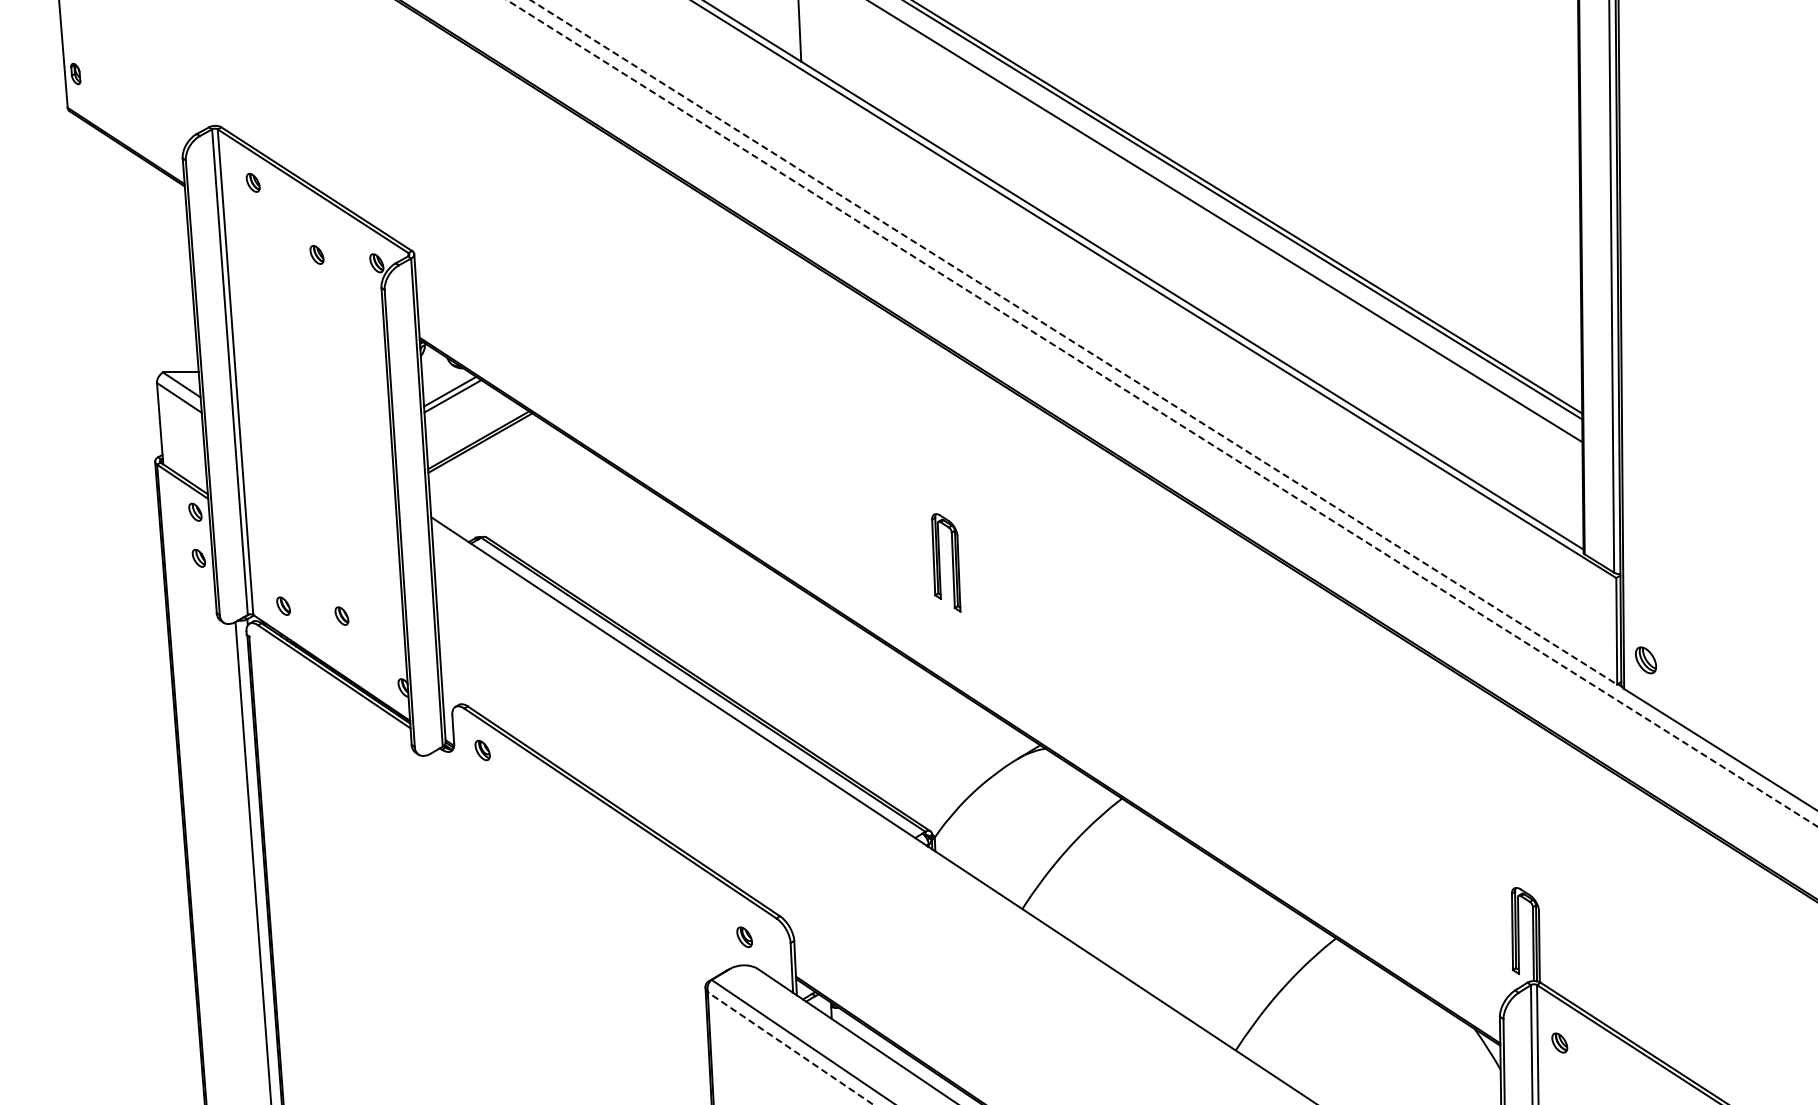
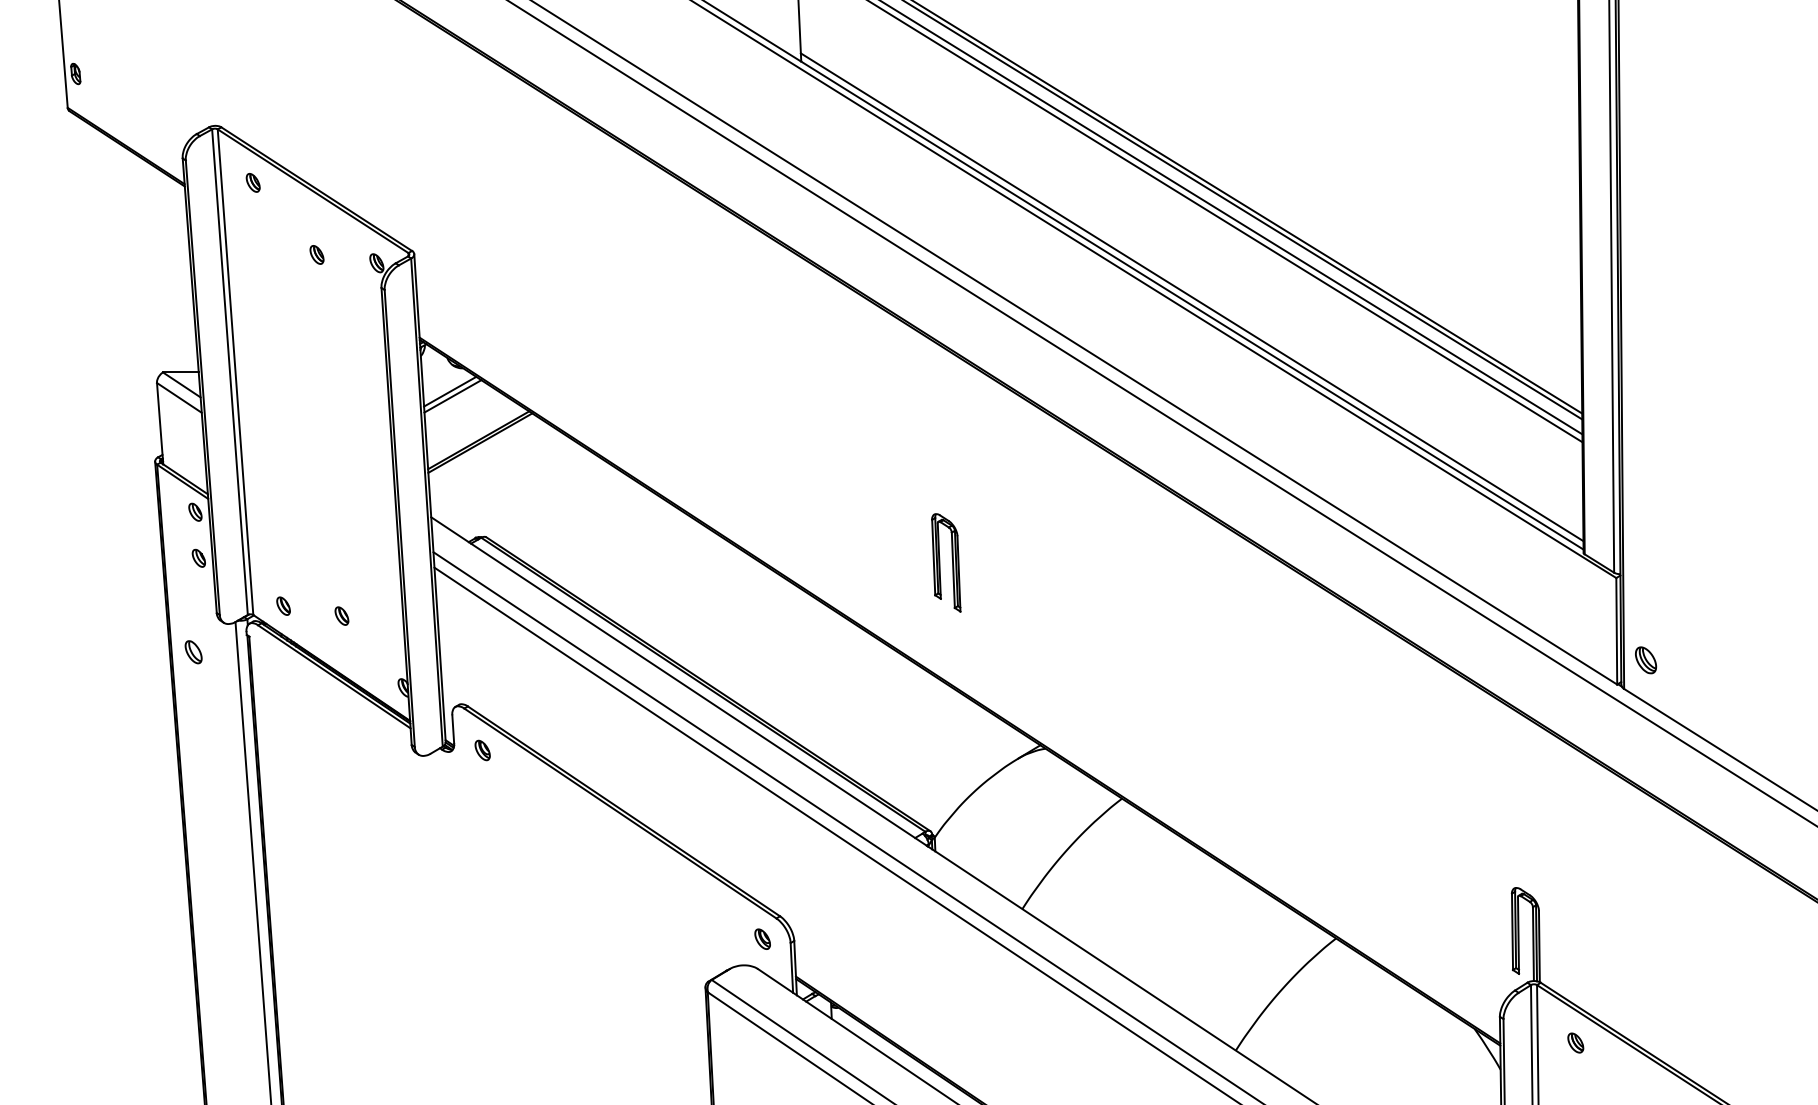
line at (1232, 218): none -> present
line at (1191, 297): none -> present
line at (1074, 342): dashed -> solid
line at (1162, 413): dashed -> solid
part at (193, 652): none -> present
line at (846, 826): none -> present
line at (835, 834): none -> present
part at (744, 936) position: (744, 936) -> (762, 938)
part at (1559, 1042) position: (1559, 1042) -> (1575, 1042)
line at (790, 1048): dashed -> solid
